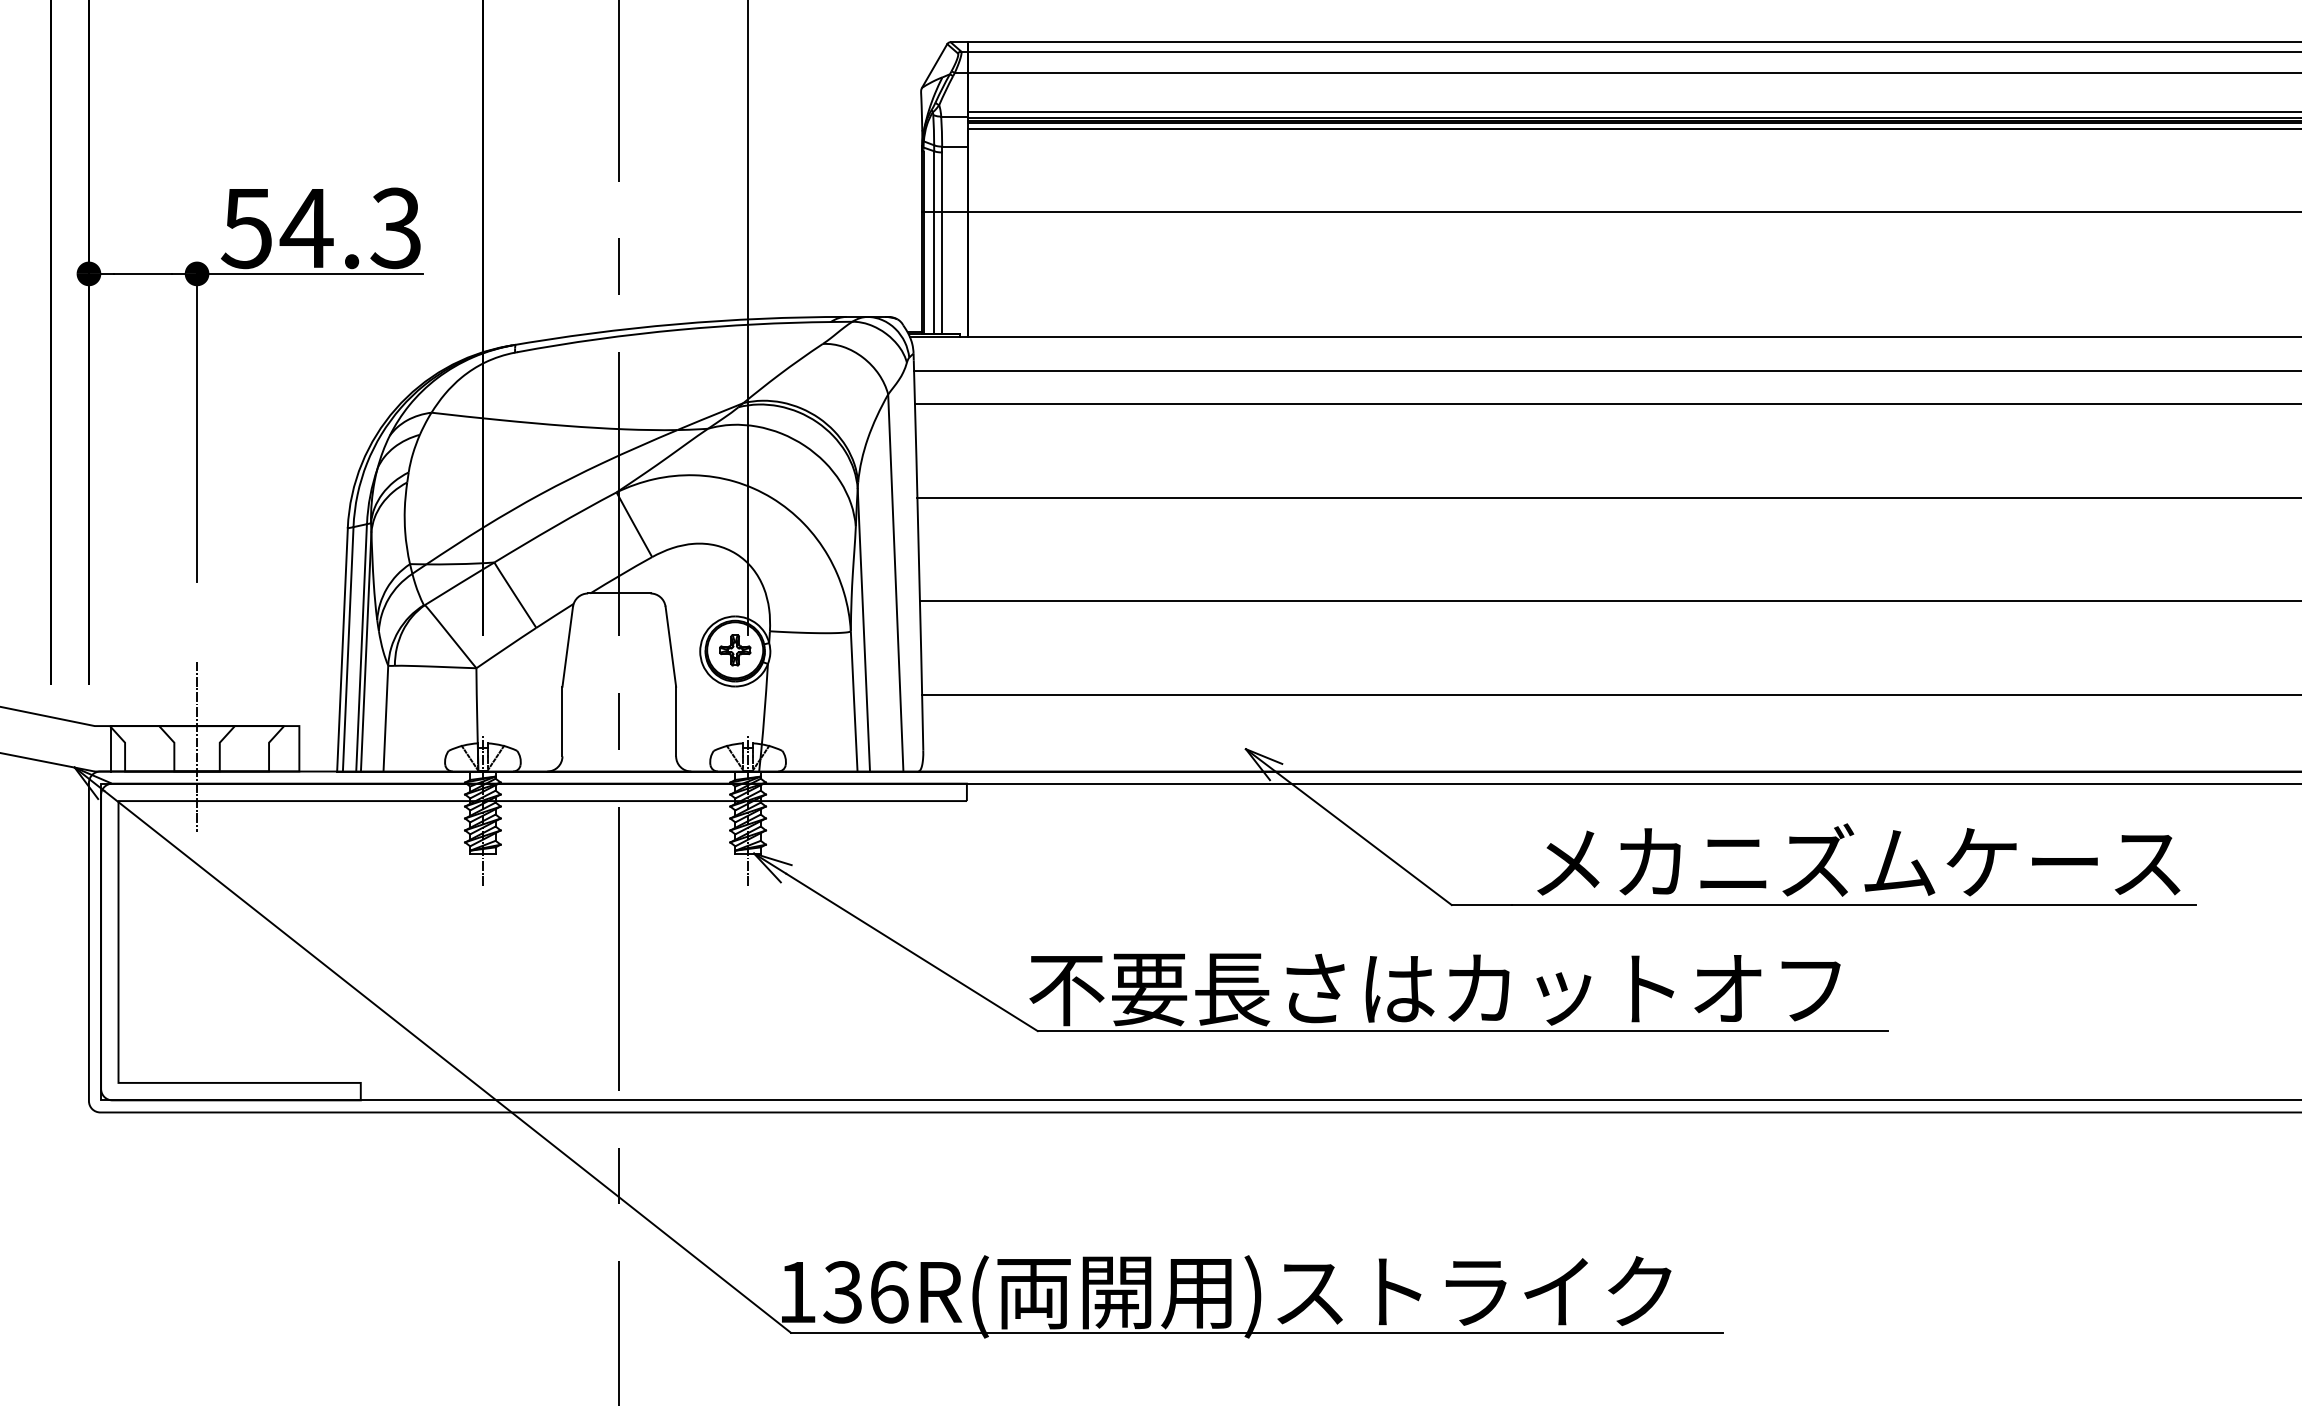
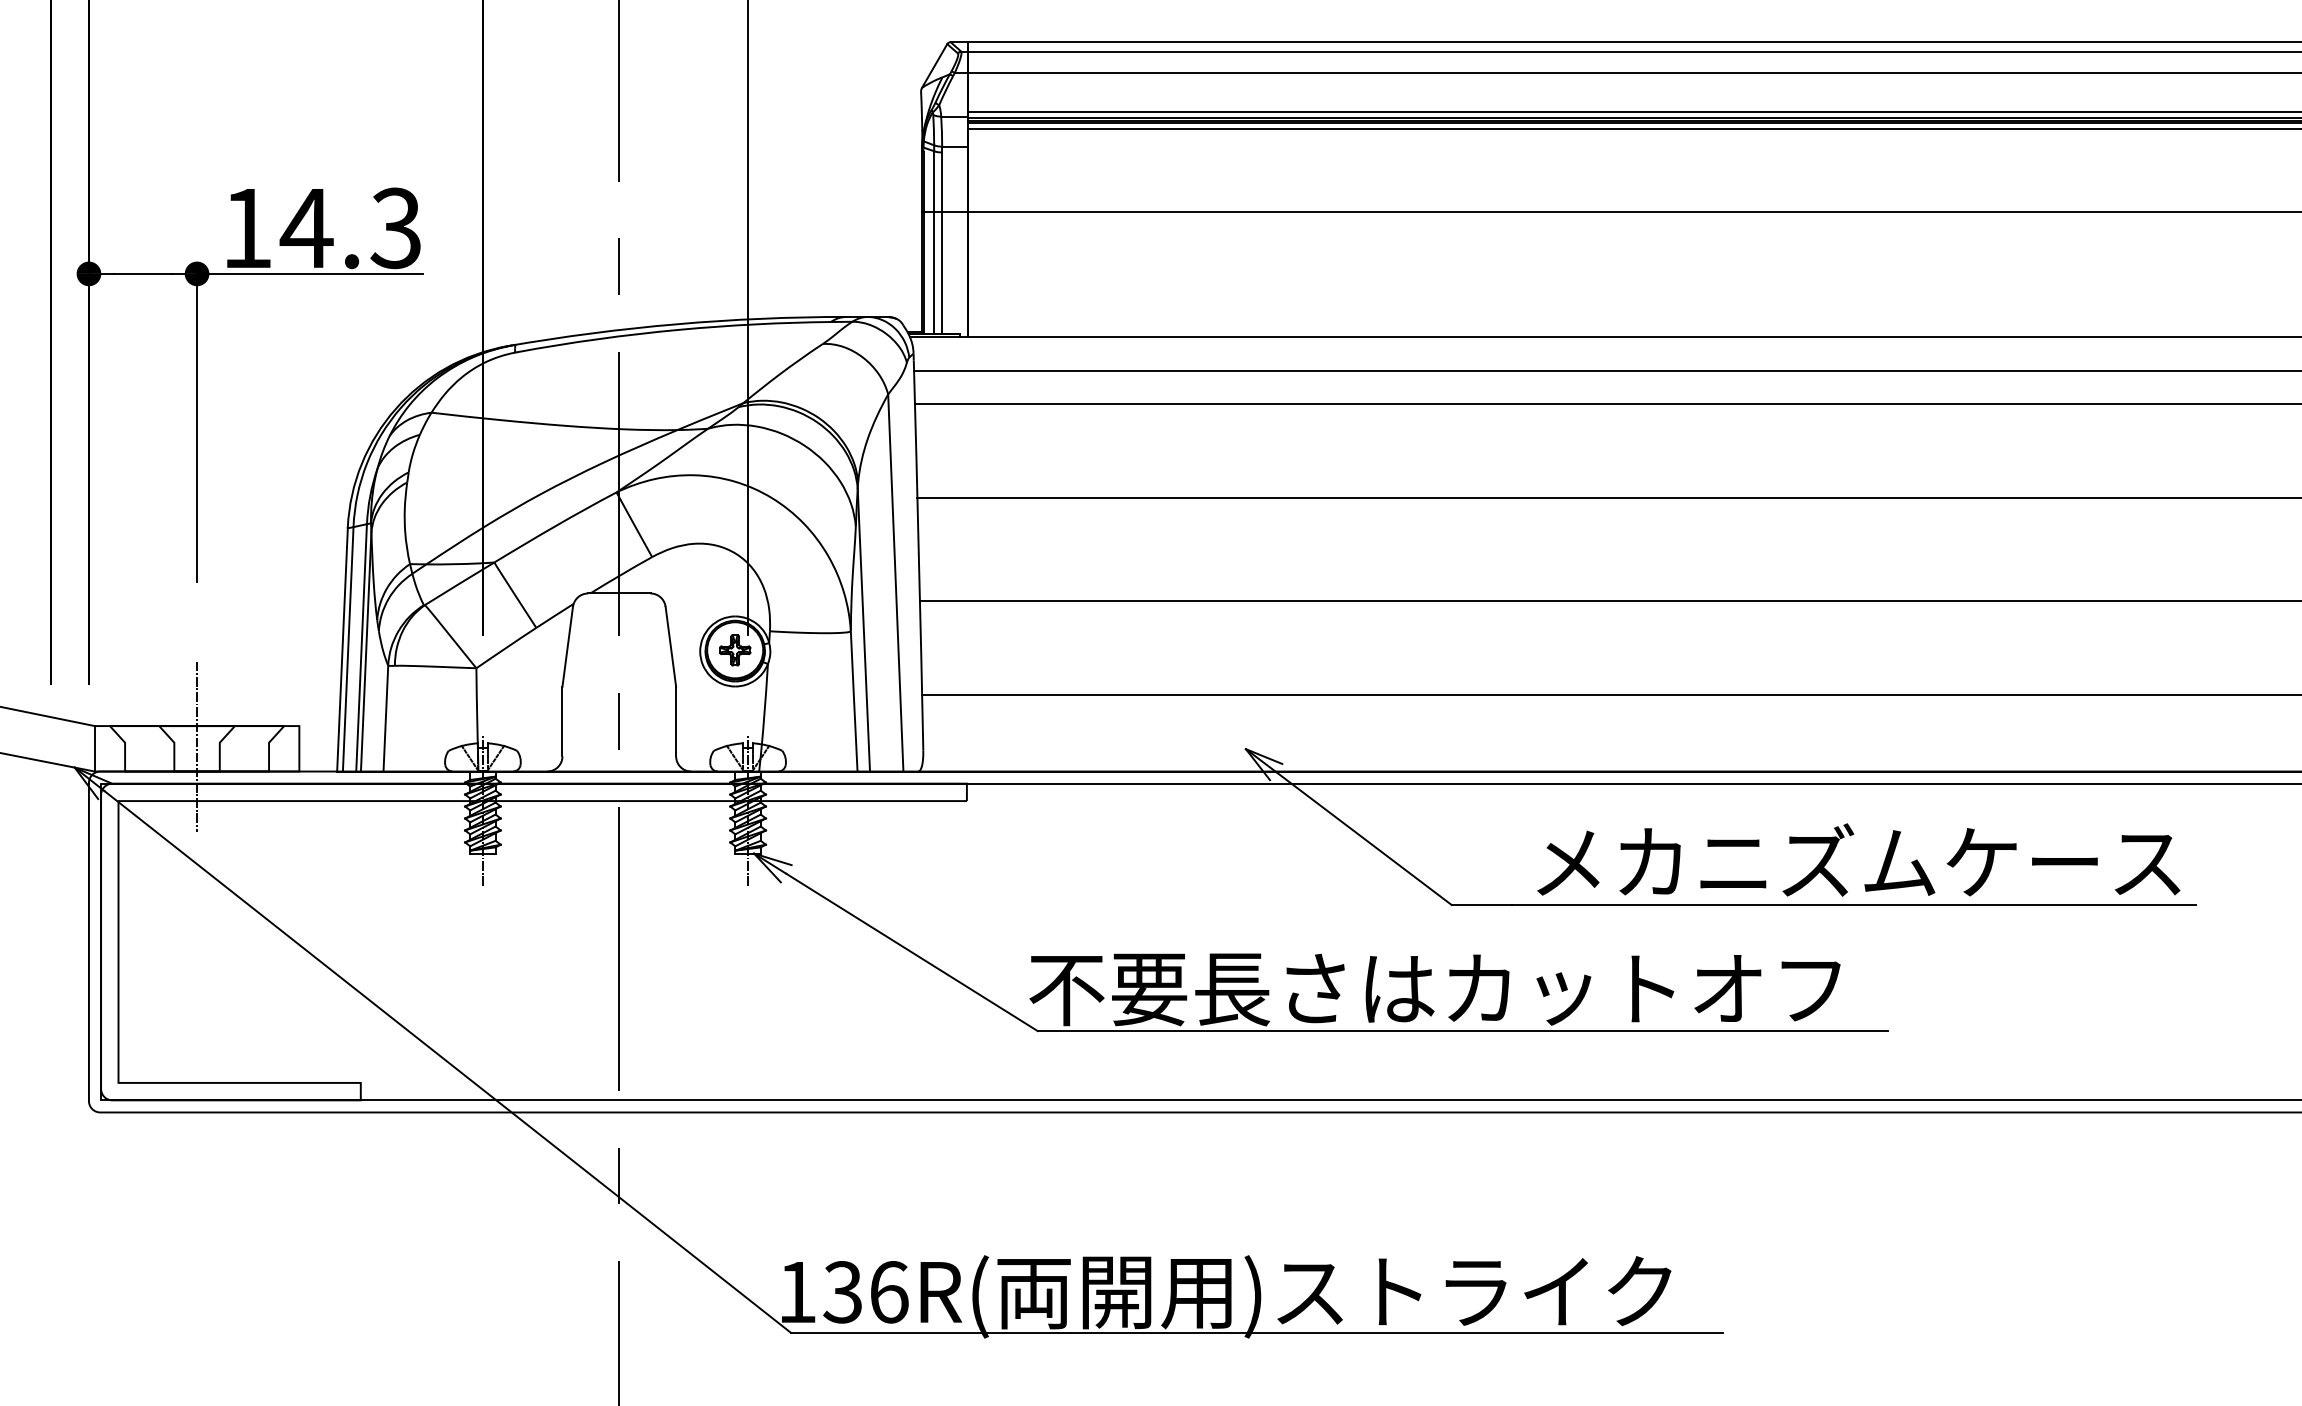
text at (246, 229): 54.3 -> 14.3
line at (110, 748) position: (110, 748) -> (94, 748)
